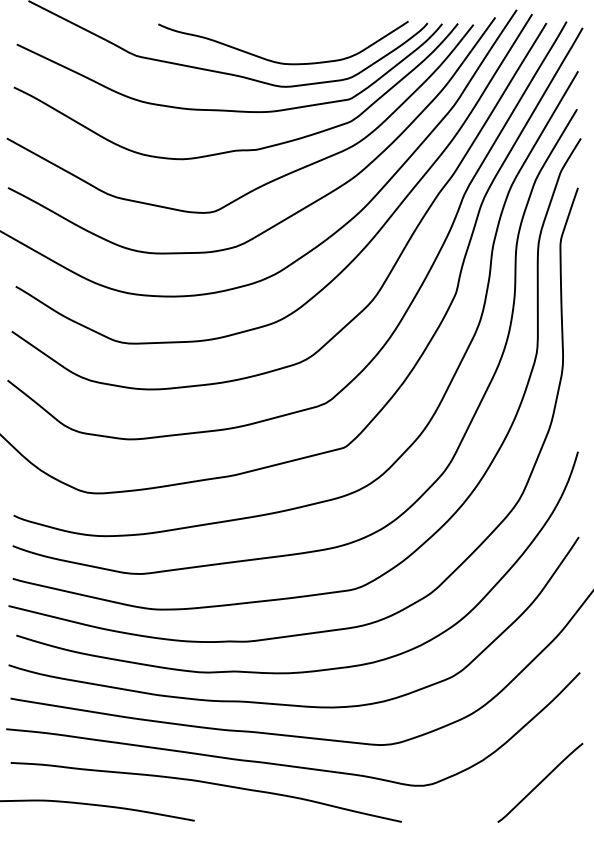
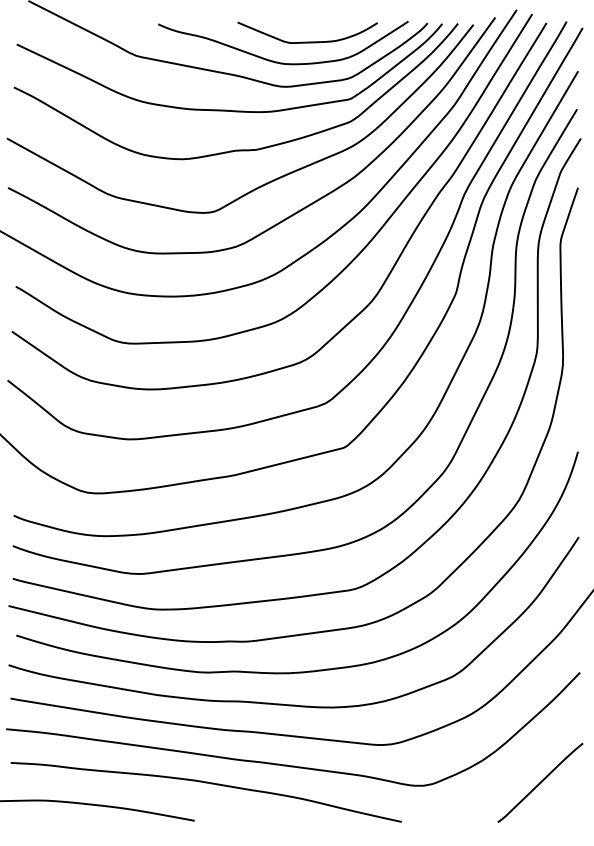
curve at (307, 41): none -> present
